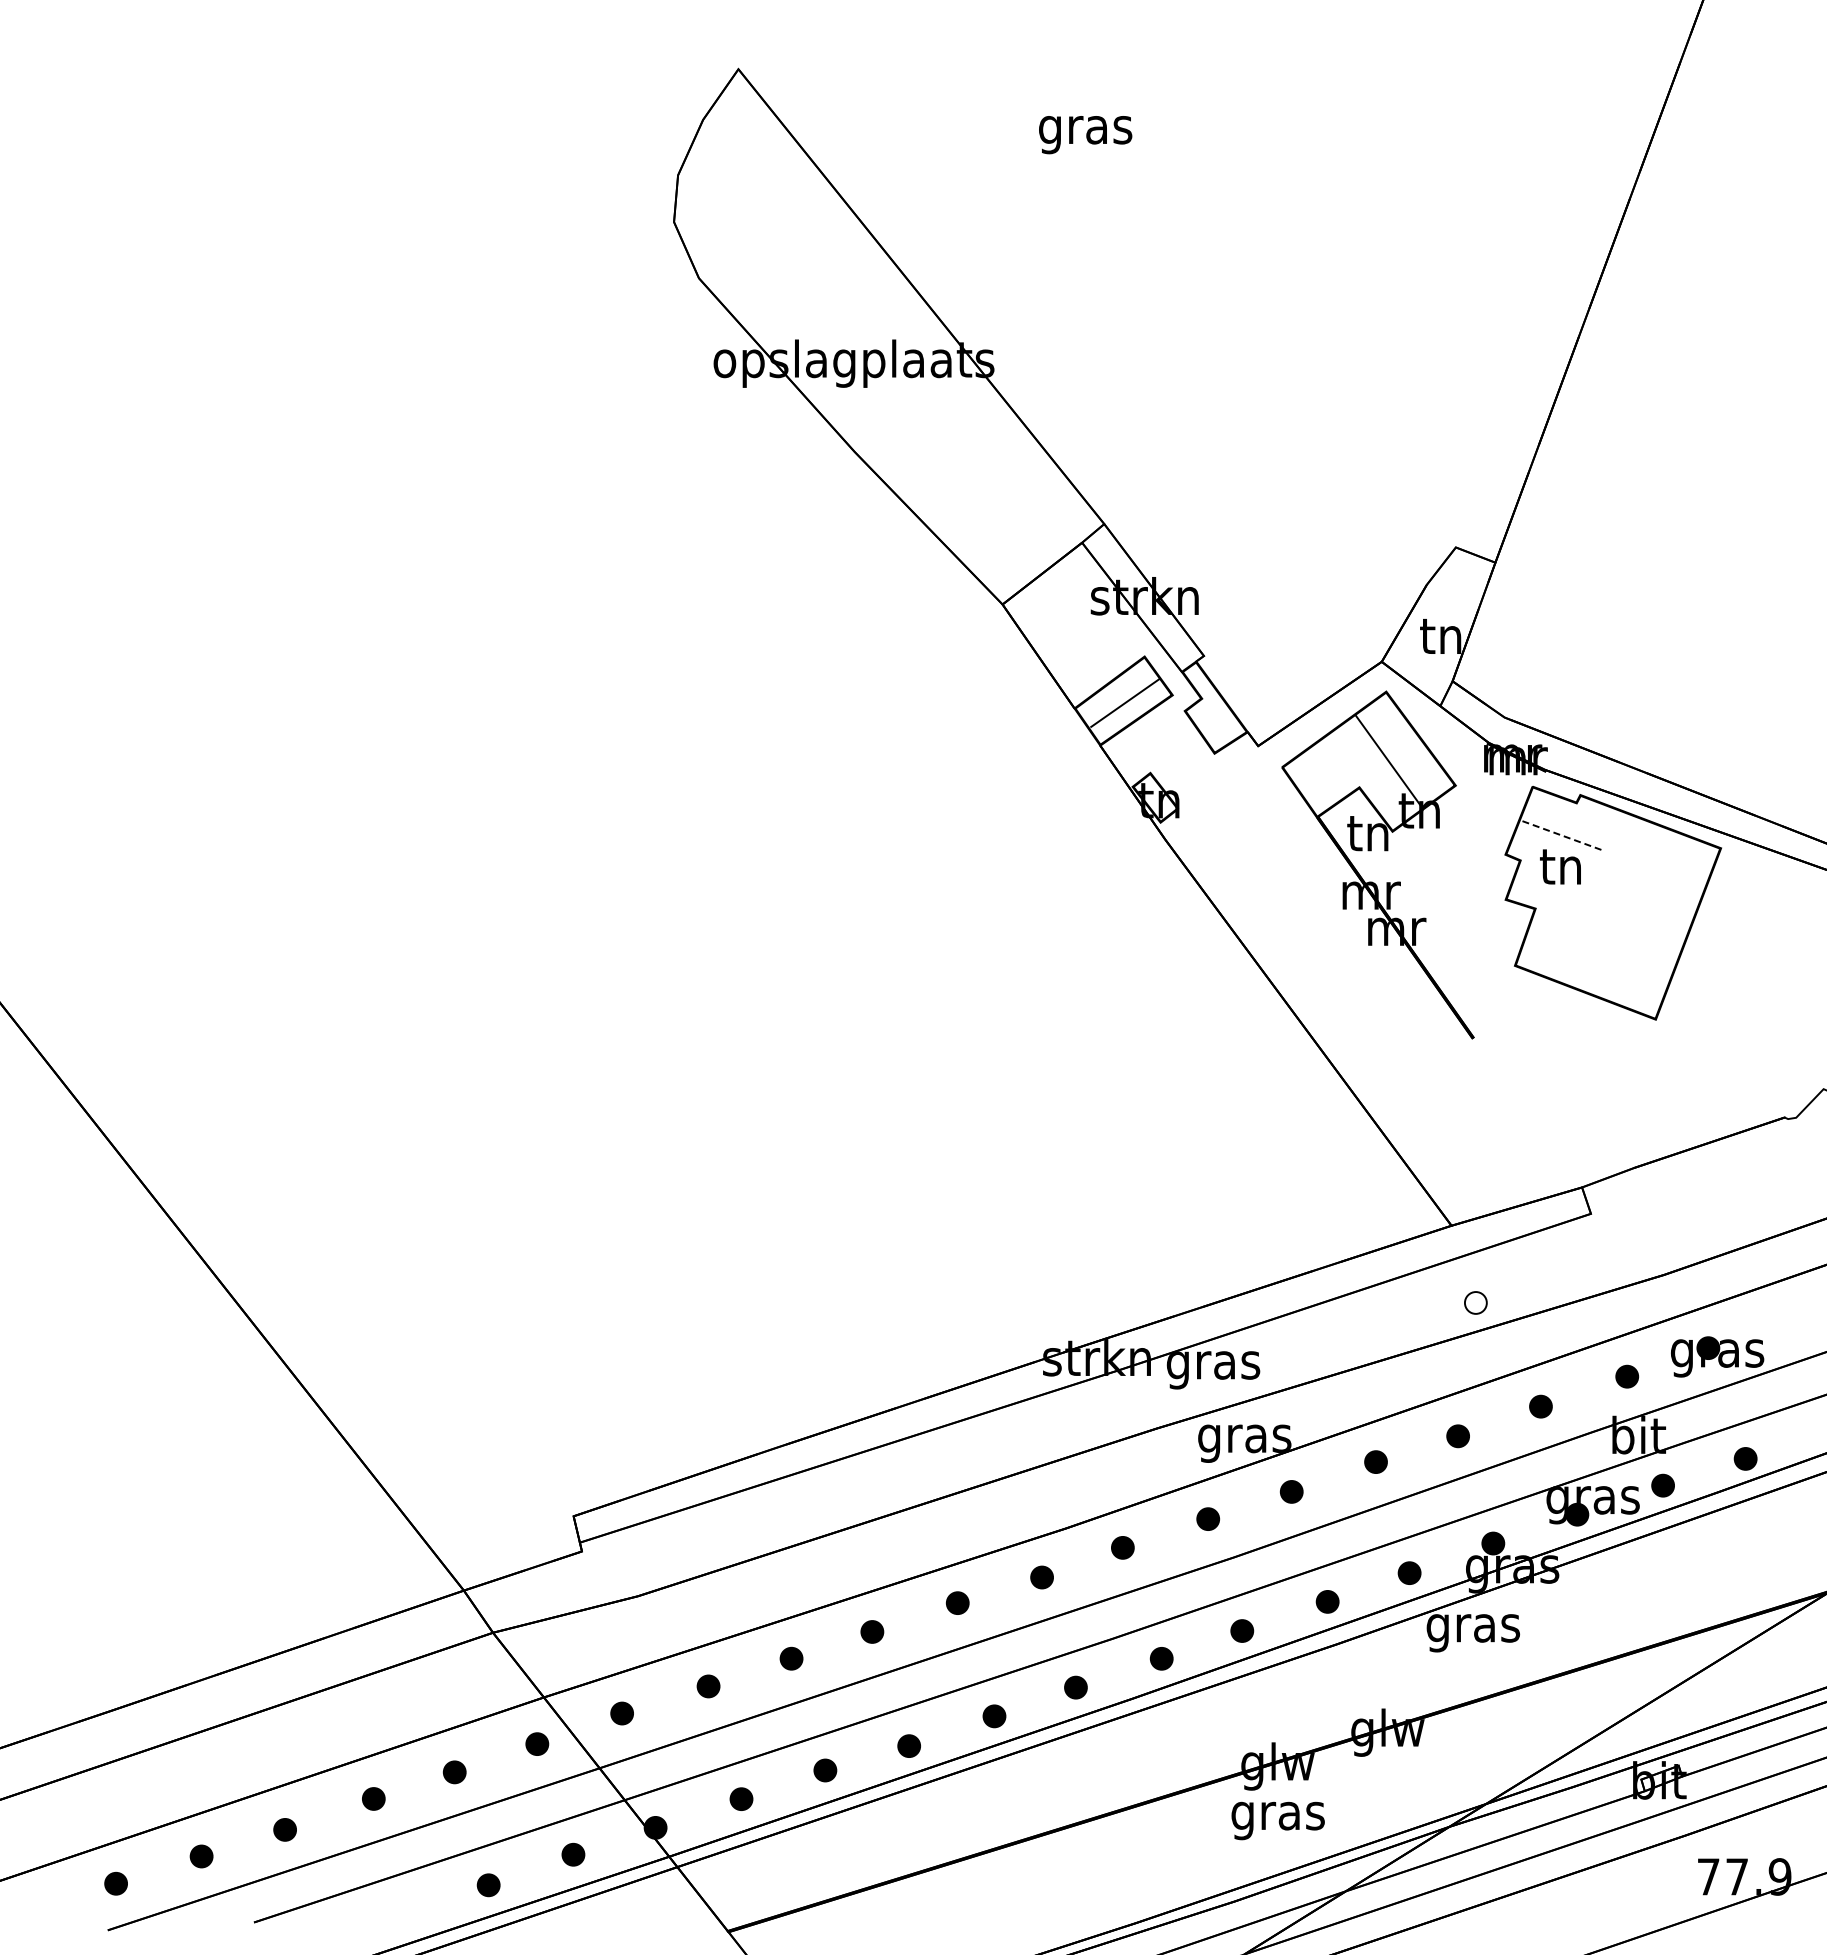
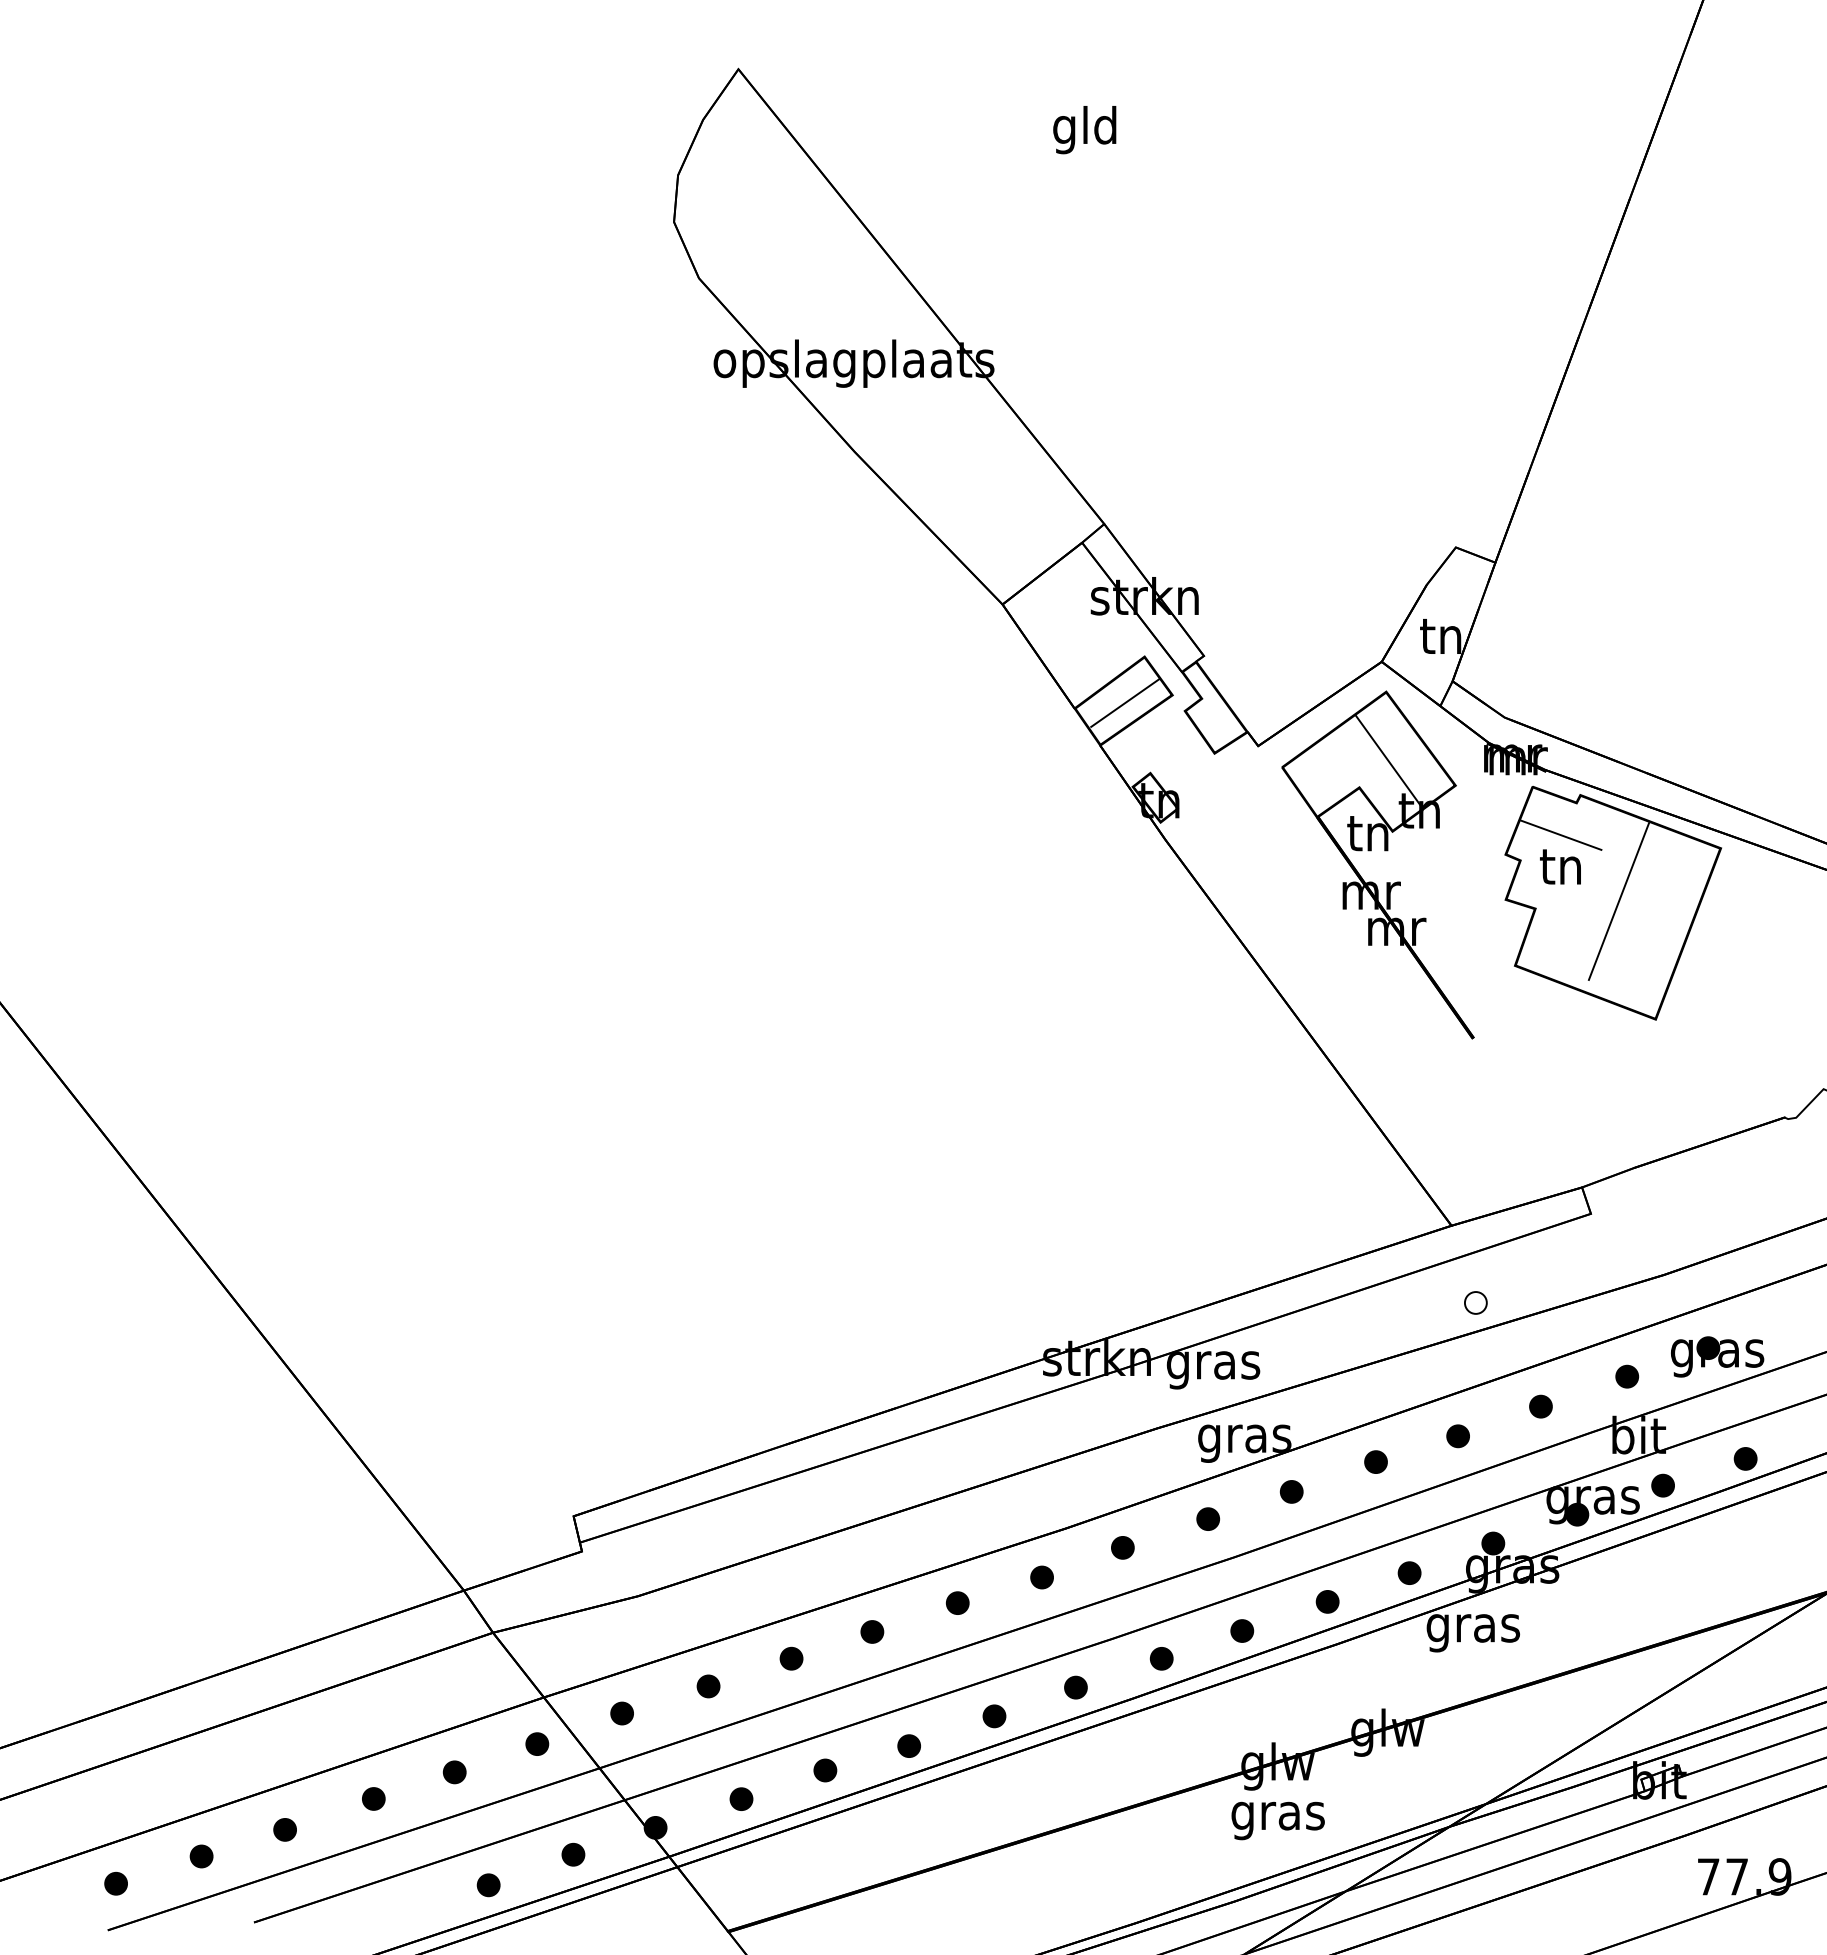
text at (1085, 130): gras -> gld
line at (1561, 835): dashed -> solid
line at (1618, 901): none -> present
